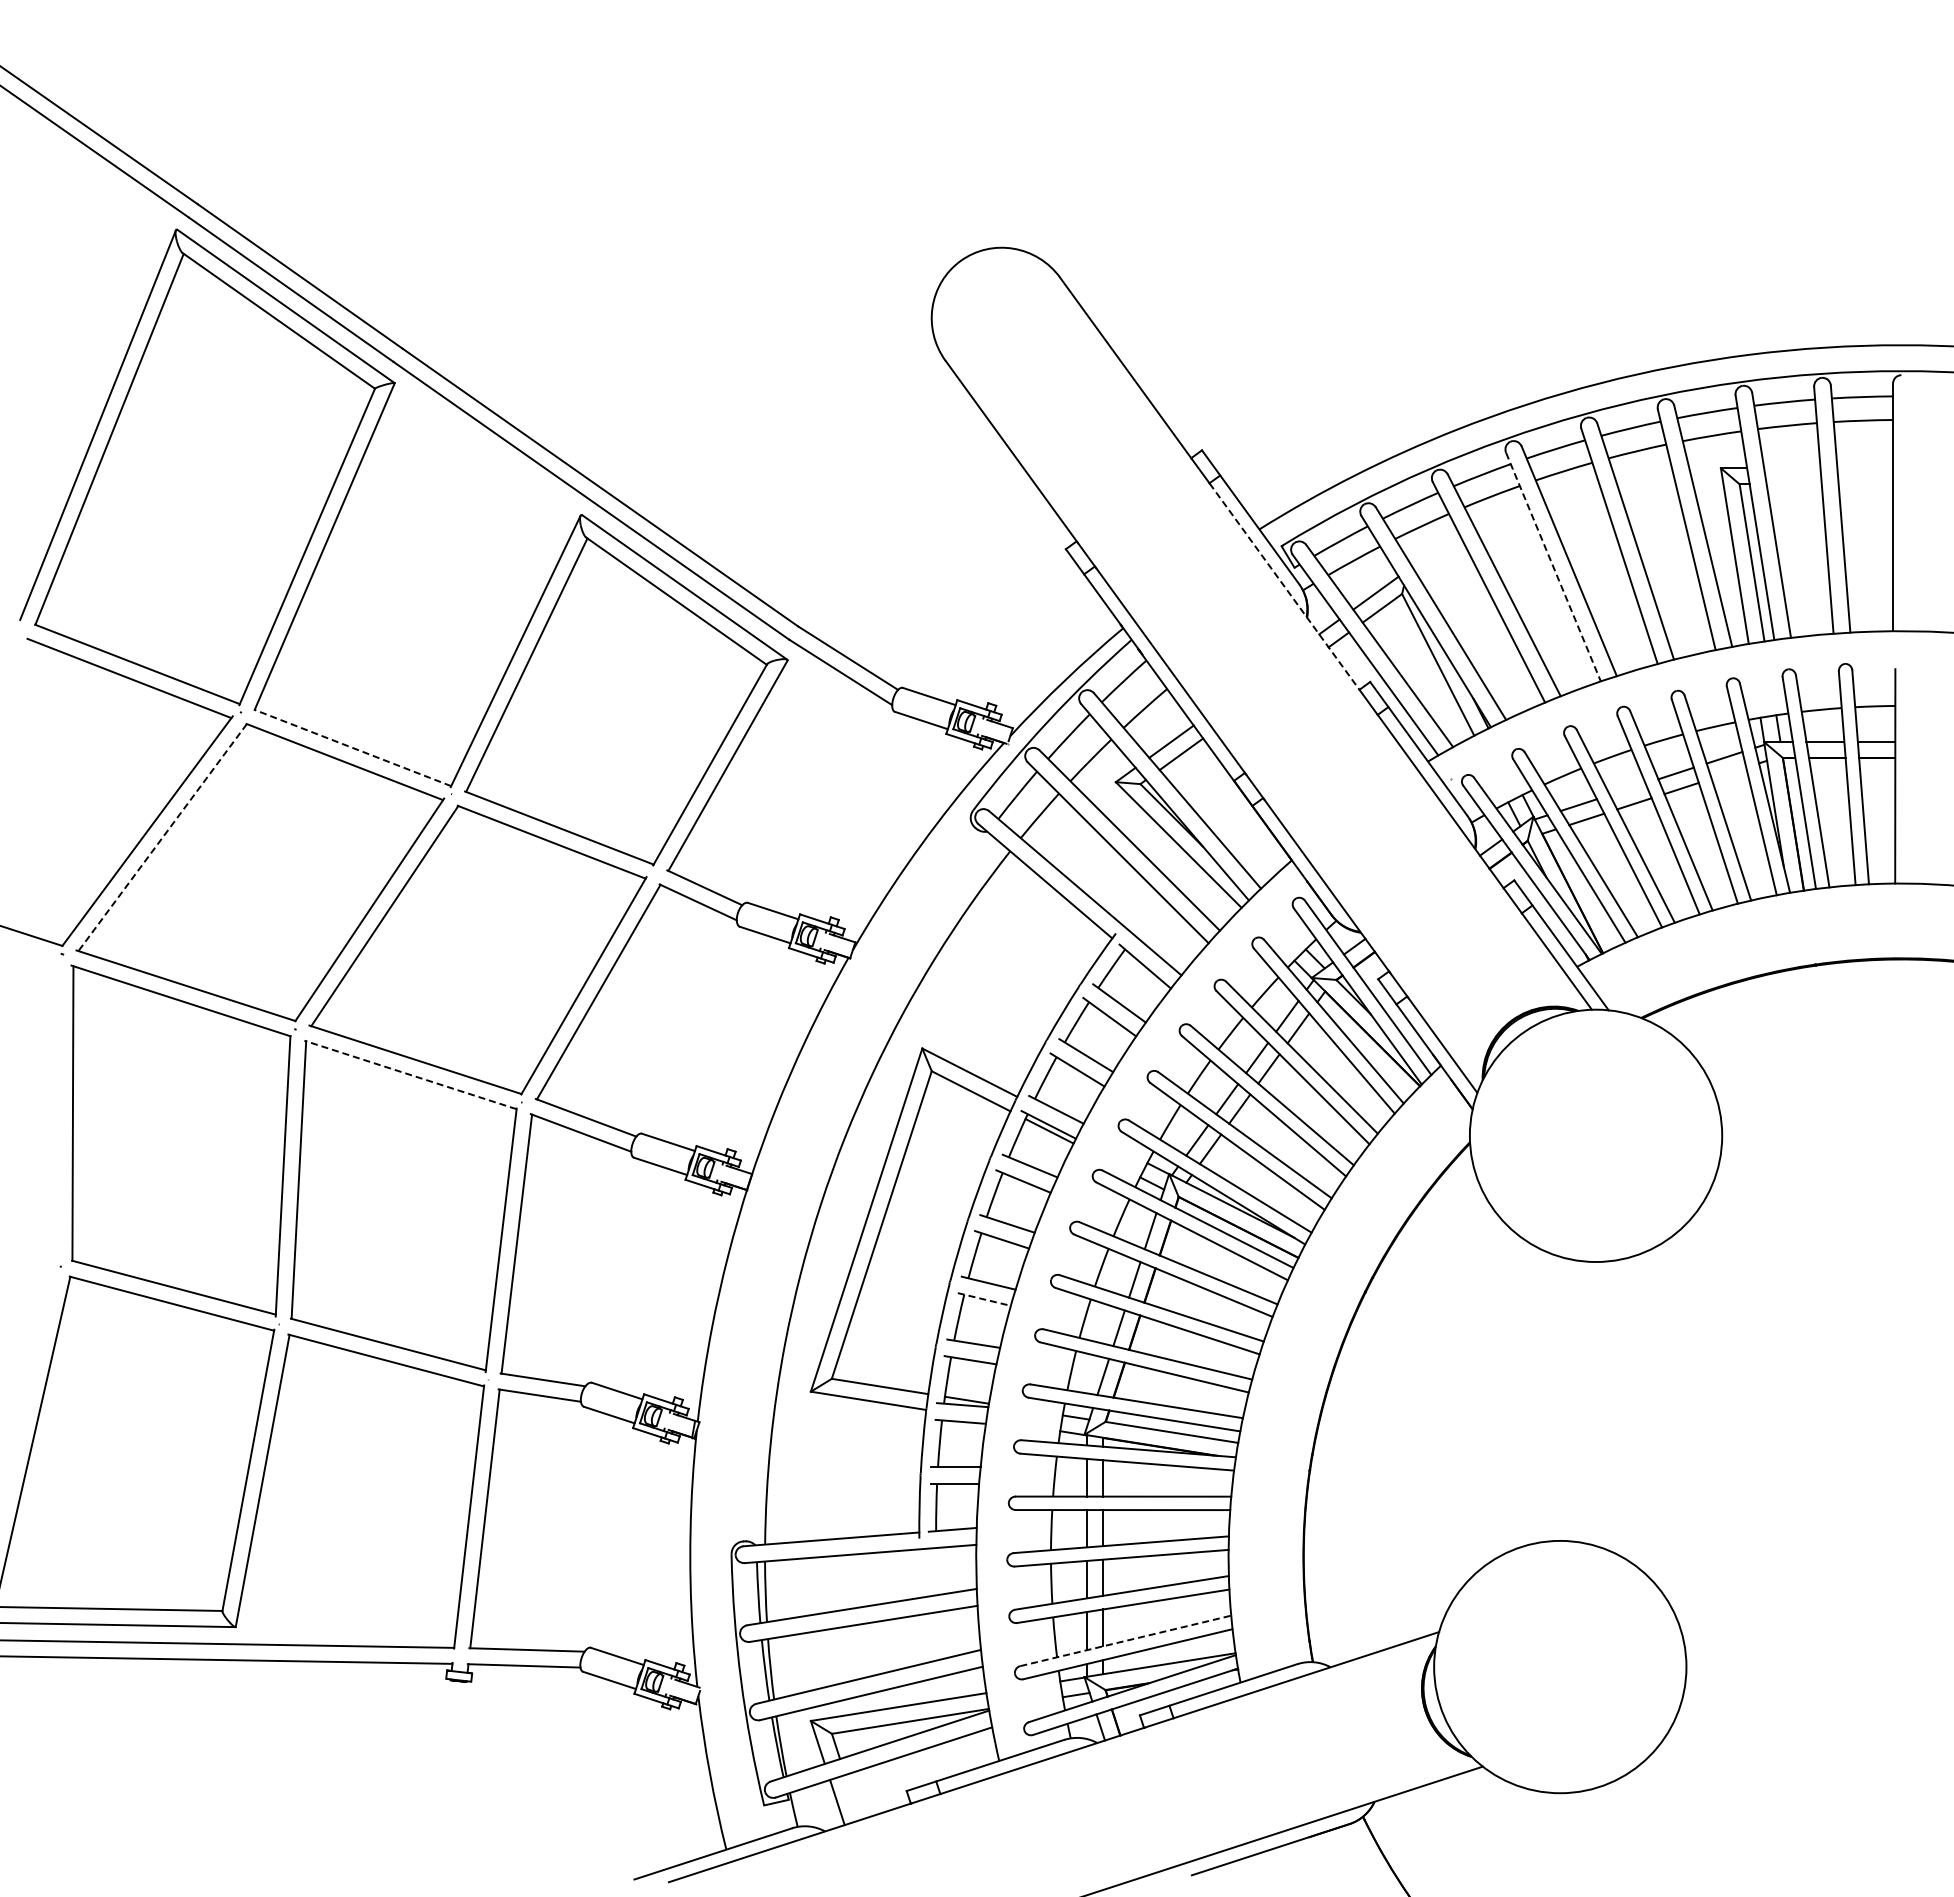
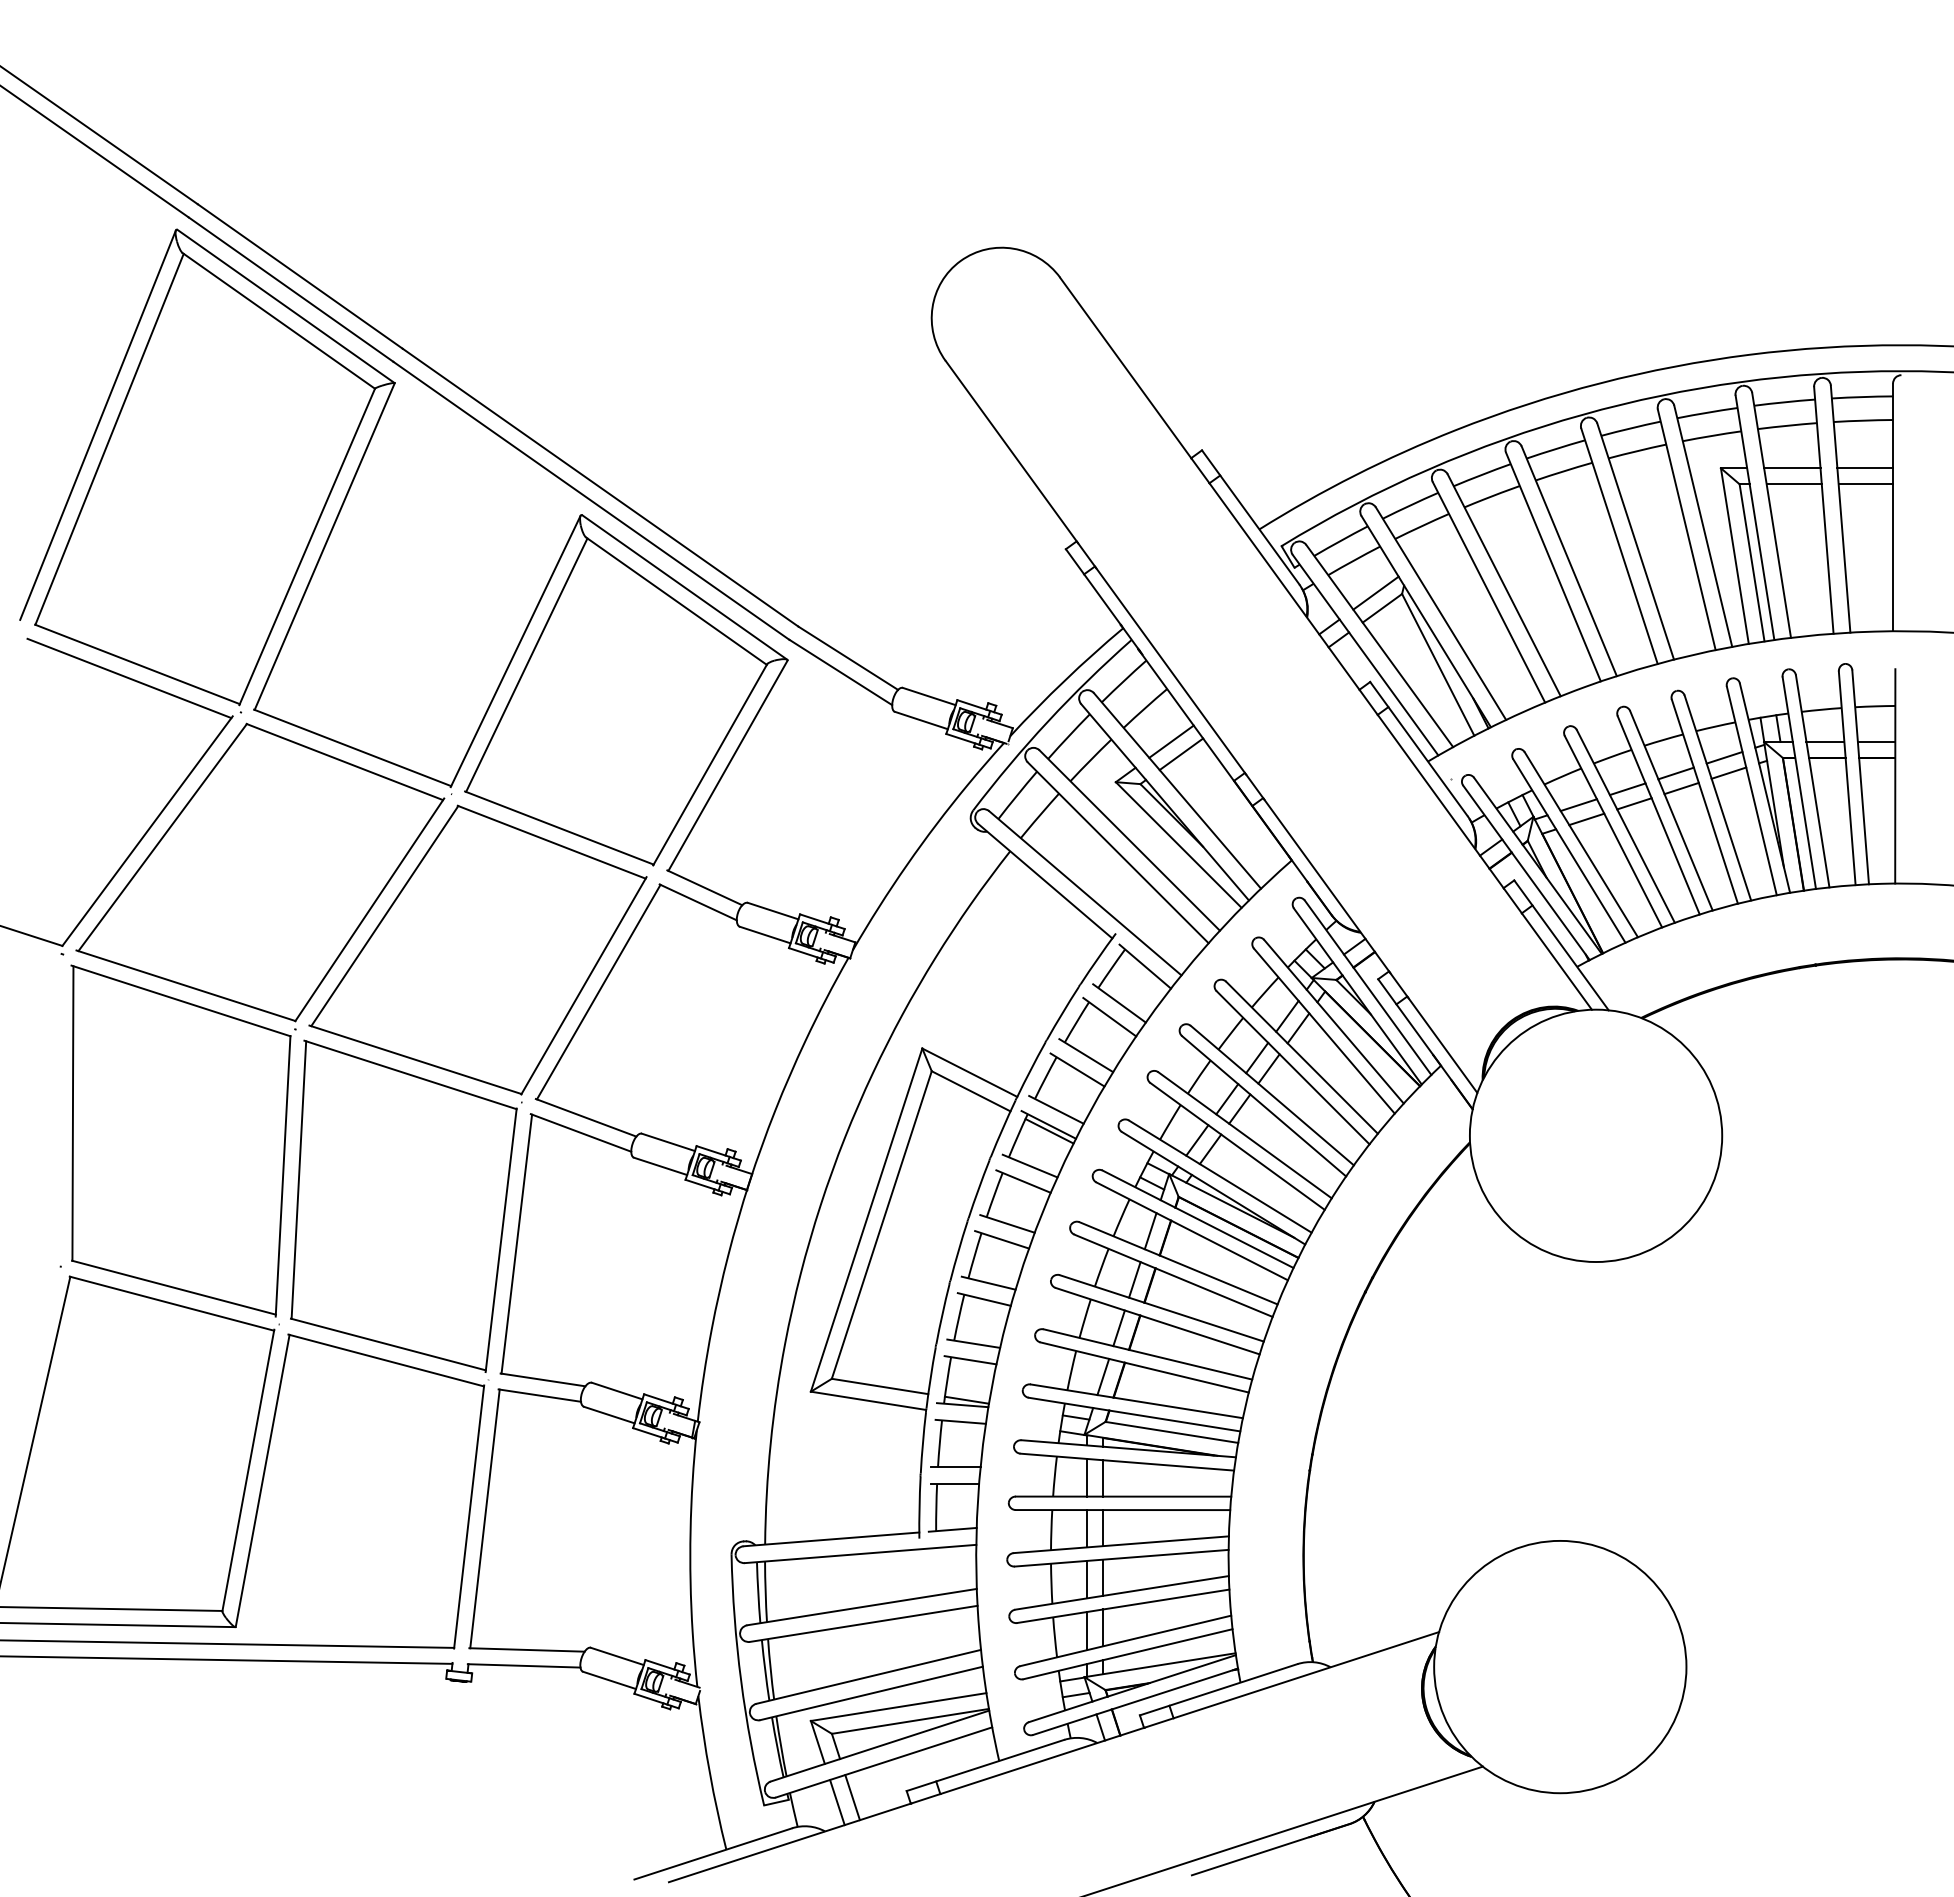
line at (1792, 468): none -> present
line at (1865, 468): none -> present
line at (1793, 484): none -> present
line at (1865, 484): none -> present
line at (1553, 567): dashed -> solid
line at (1284, 587): dashed -> solid
line at (352, 747): dashed -> solid
line at (1728, 772): none -> present
line at (1627, 789): none -> present
line at (162, 837): dashed -> solid
line at (410, 1074): dashed -> solid
line at (984, 1299): dashed -> solid
line at (1126, 1640): dashed -> solid
line at (852, 1797): none -> present
